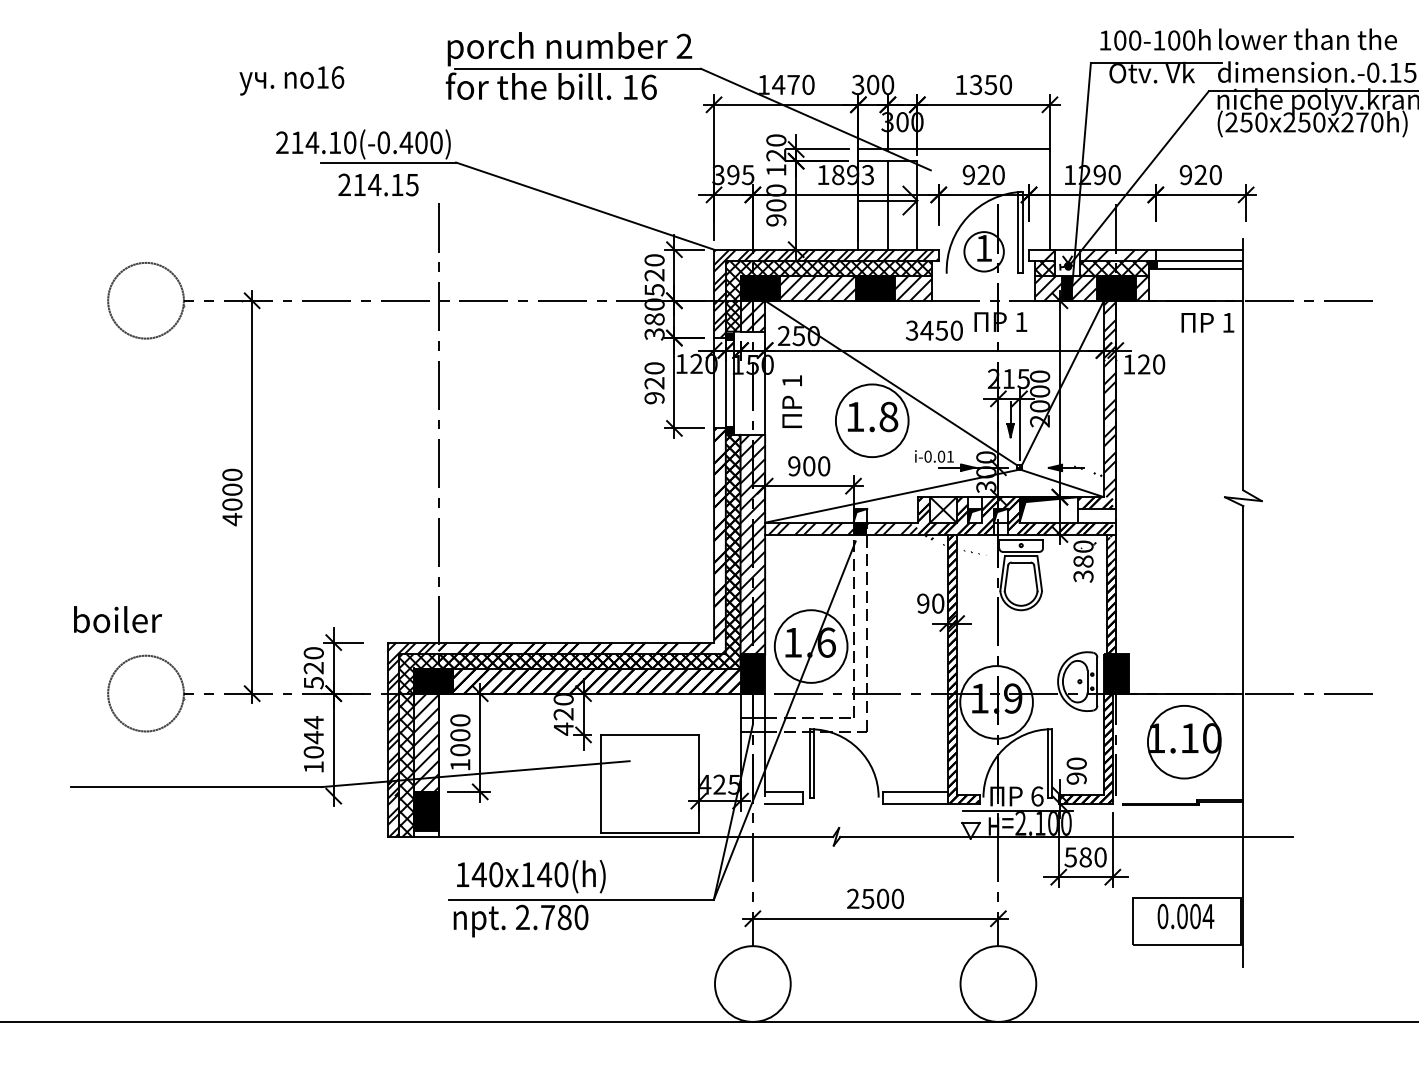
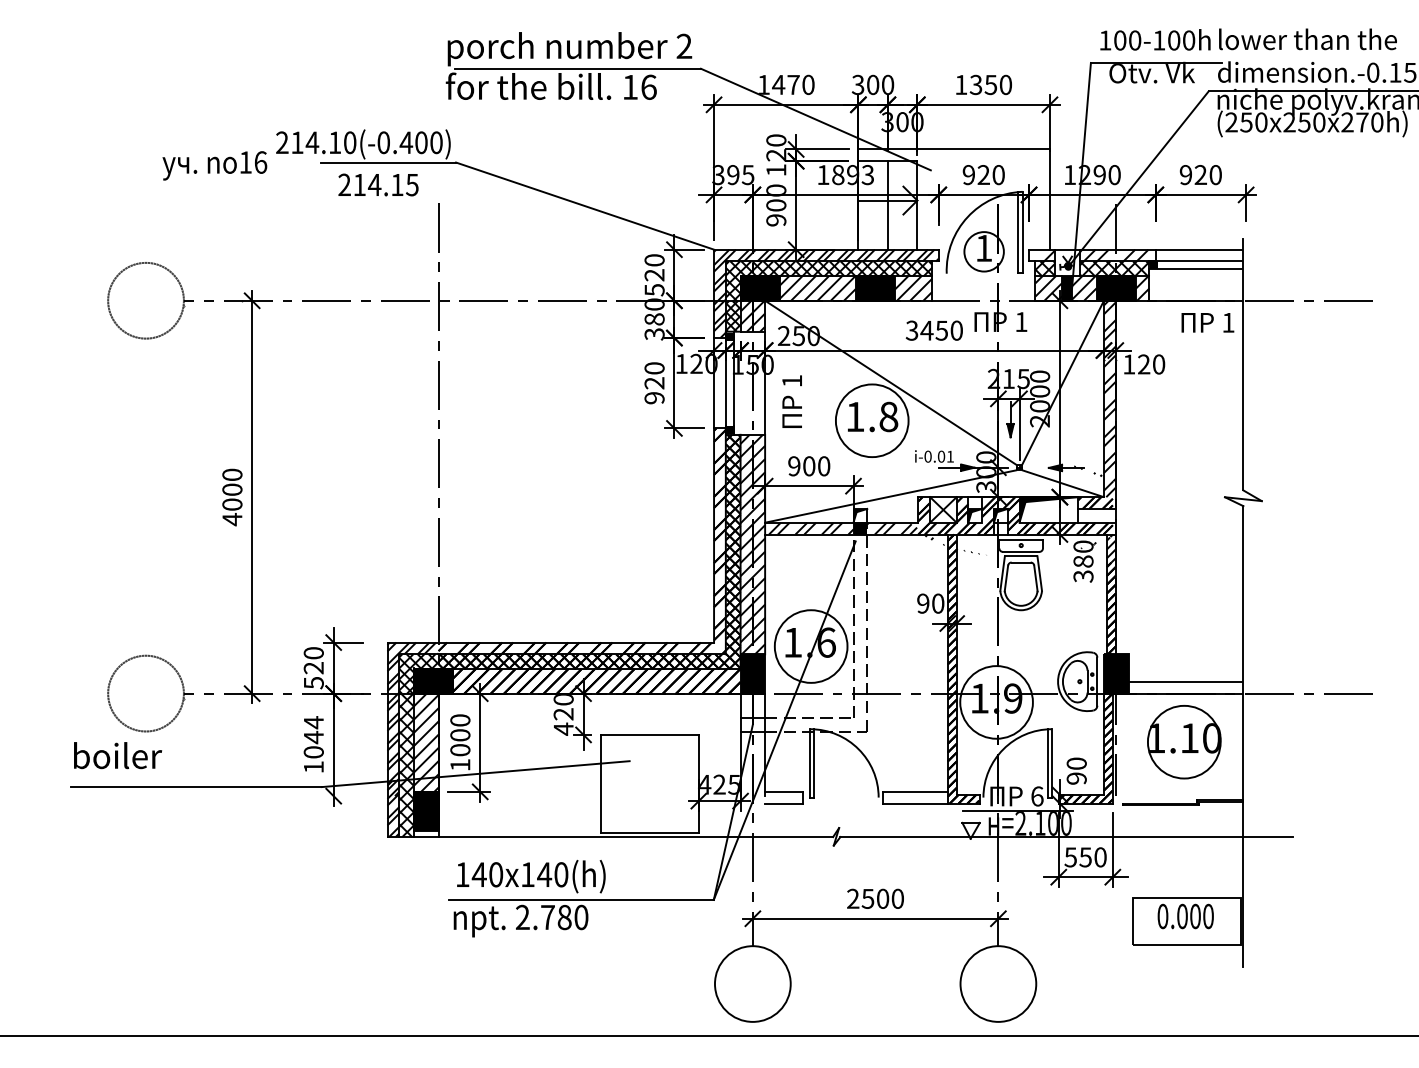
text at (291, 80) position: (291, 80) -> (214, 165)
text at (118, 619) position: (118, 619) -> (118, 755)
line at (1185, 681): none -> present
text at (1085, 857): 580 -> 550
text at (1208, 916): 0.004 -> 0.000
line at (708, 1021) position: (708, 1021) -> (708, 1035)
